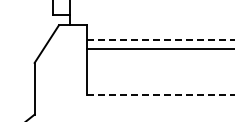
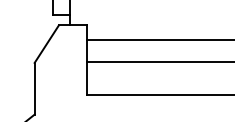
line at (160, 40): dashed -> solid
line at (159, 49) position: (159, 49) -> (159, 62)
line at (160, 94): dashed -> solid
